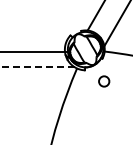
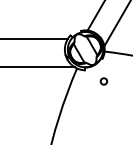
line at (34, 51) position: (34, 51) -> (34, 38)
line at (37, 67): dashed -> solid
circle at (104, 81) size: 13x13 px -> 9x9 px
